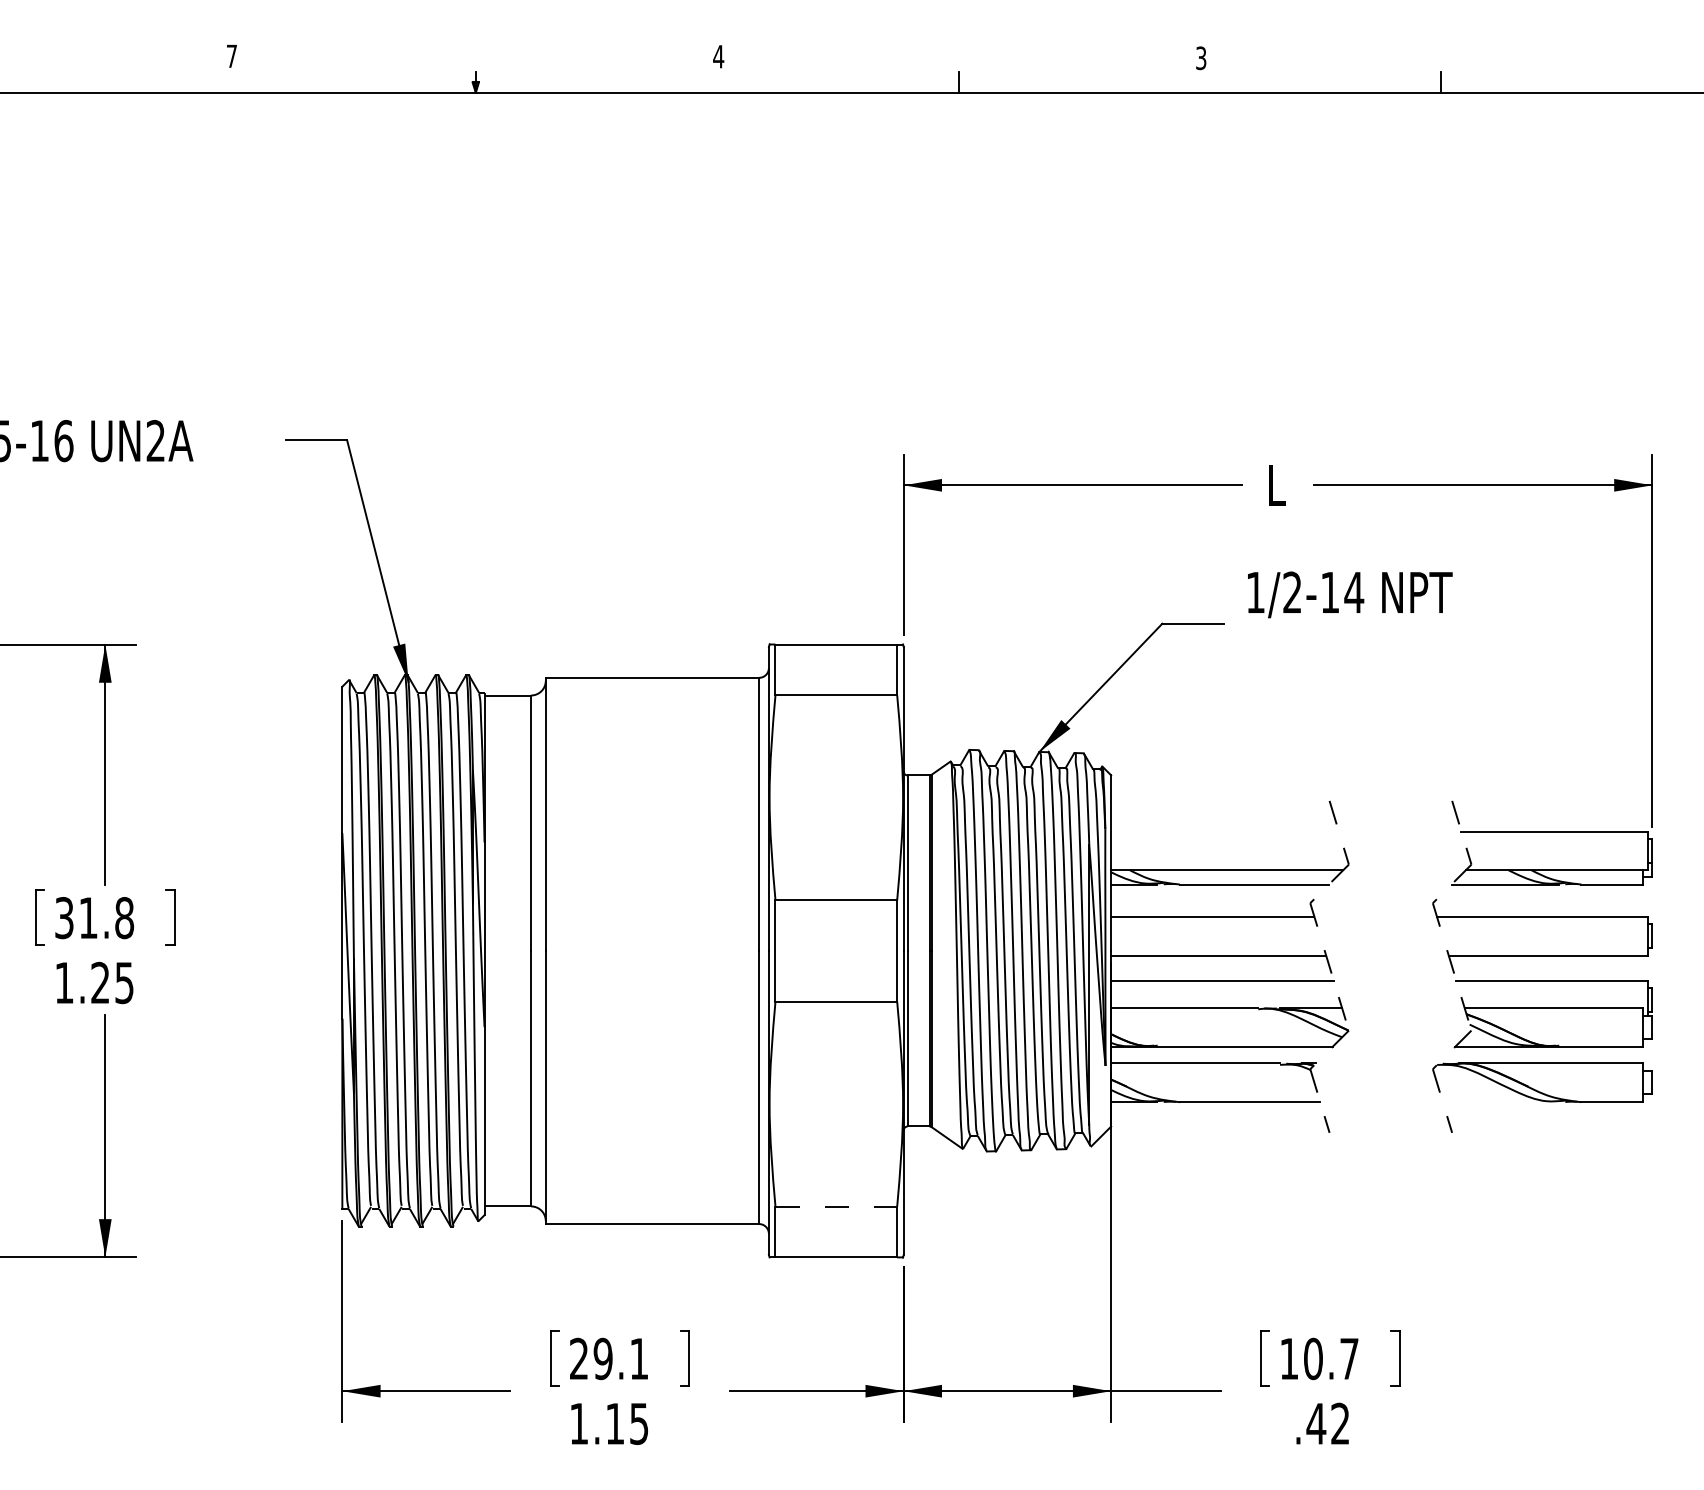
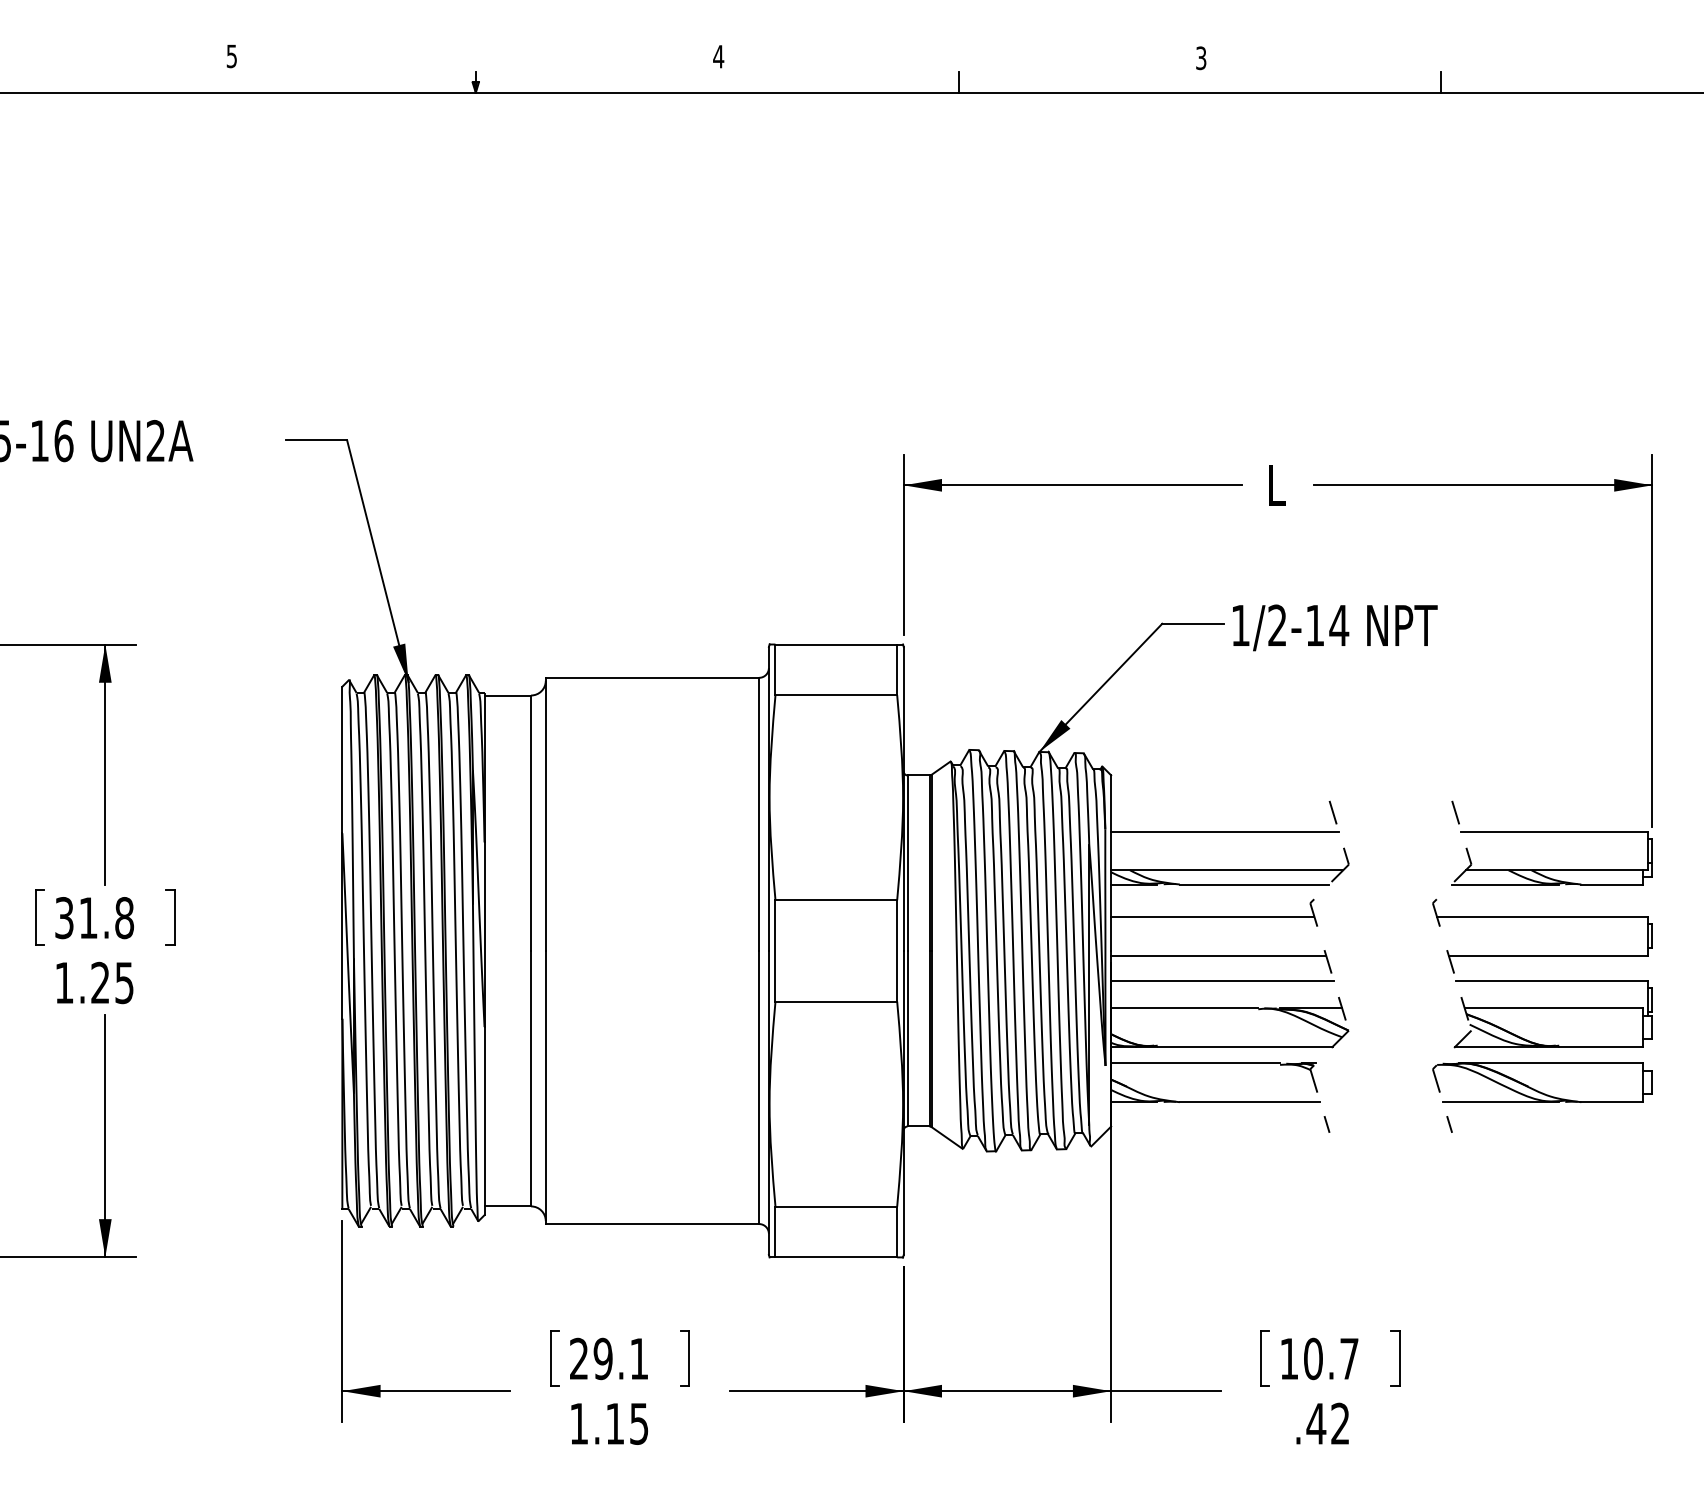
text at (231, 56): 7 -> 5
text at (1350, 594) position: (1350, 594) -> (1335, 627)
line at (1224, 831): none -> present
line at (1500, 1102): none -> present
line at (836, 1206): dashed -> solid
